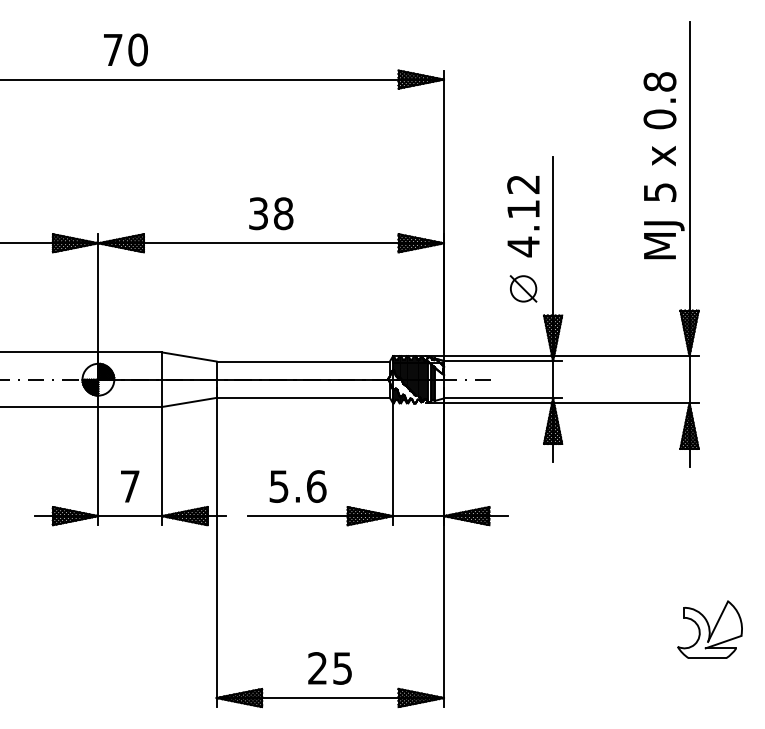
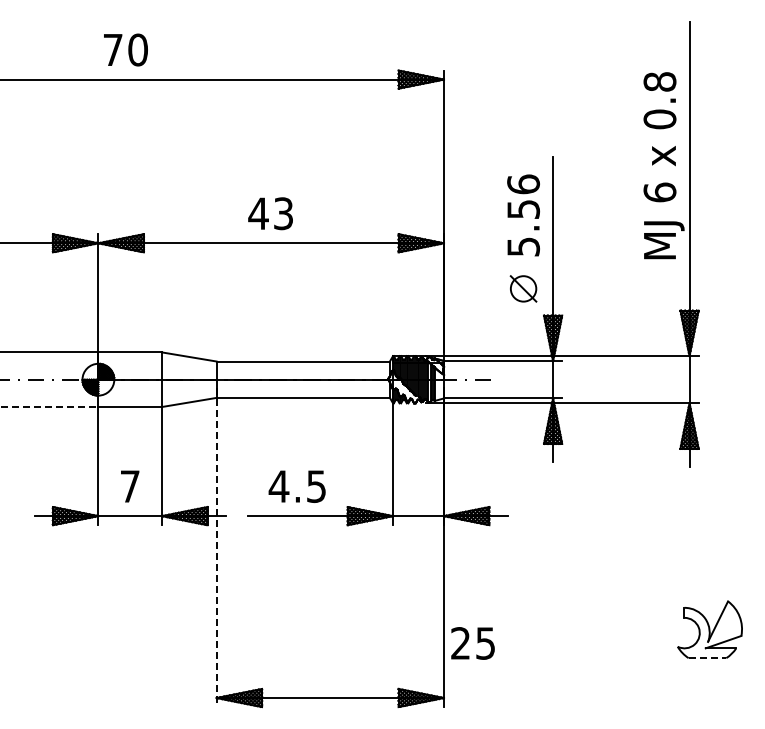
text at (659, 192): 5 -> 6
text at (270, 213): 38 -> 43
text at (523, 215): 4.12 -> 5.56
line at (49, 407): solid -> dashed
text at (297, 486): 5.6 -> 4.5
line at (216, 548): solid -> dashed
line at (707, 658): solid -> dashed
text at (329, 668) position: (329, 668) -> (472, 643)
